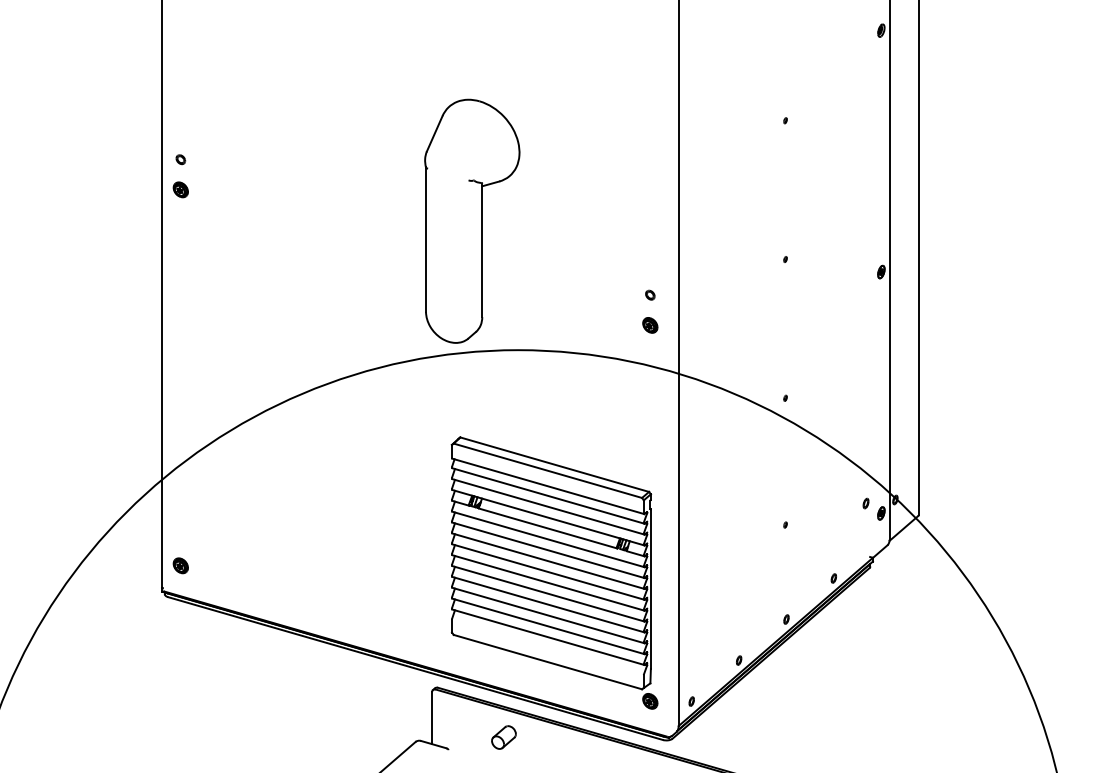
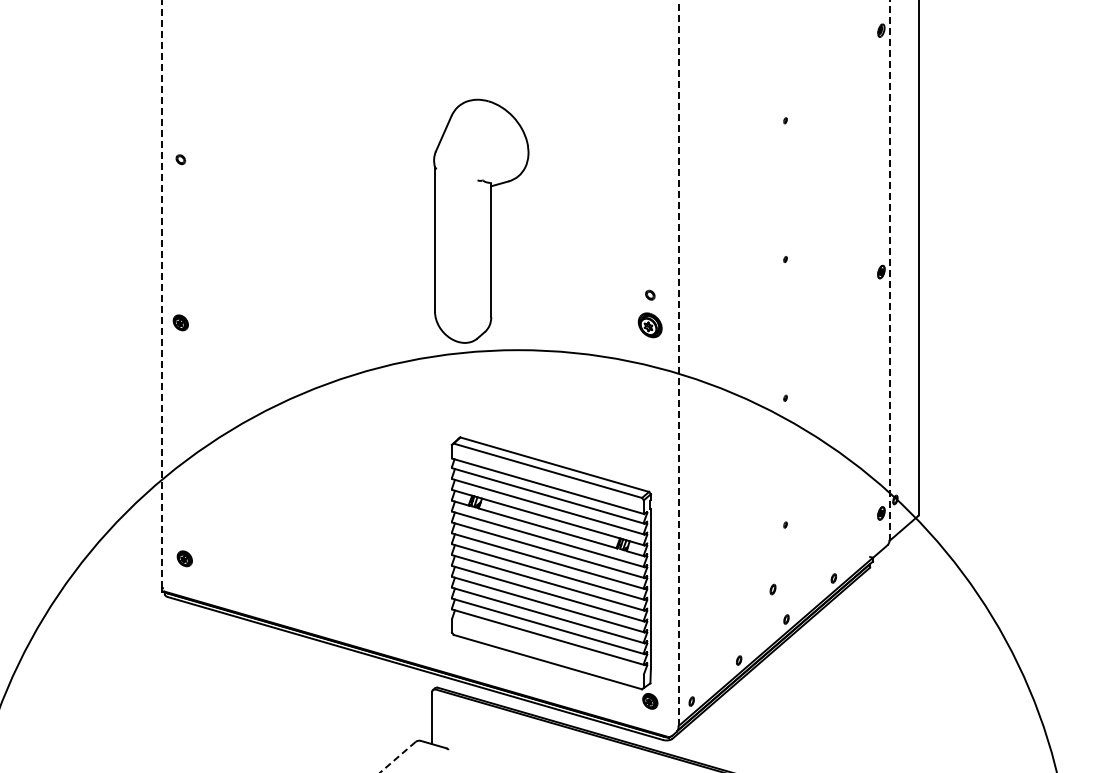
part at (180, 189) position: (180, 189) -> (180, 322)
part at (472, 220) position: (472, 220) -> (481, 220)
line at (889, 269): solid -> dashed
line at (162, 293): solid -> dashed
part at (650, 325) size: 17x17 px -> 26x27 px
line at (678, 362): solid -> dashed
part at (865, 503) position: (865, 503) -> (772, 589)
part at (180, 565) position: (180, 565) -> (184, 558)
part at (503, 737): present -> none
line at (397, 757): solid -> dashed
